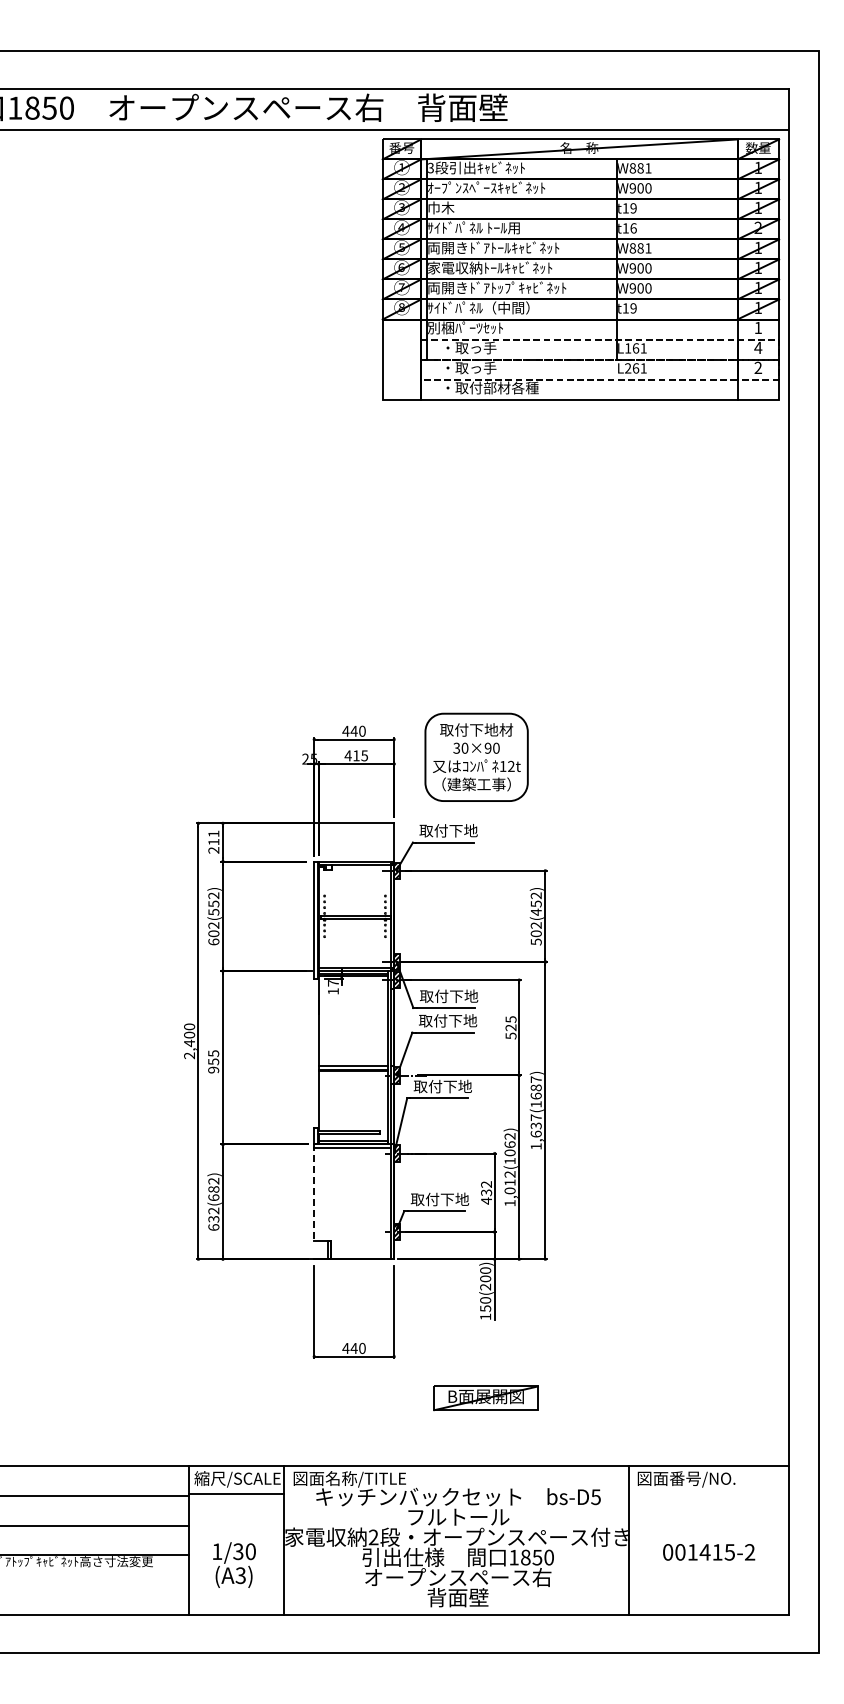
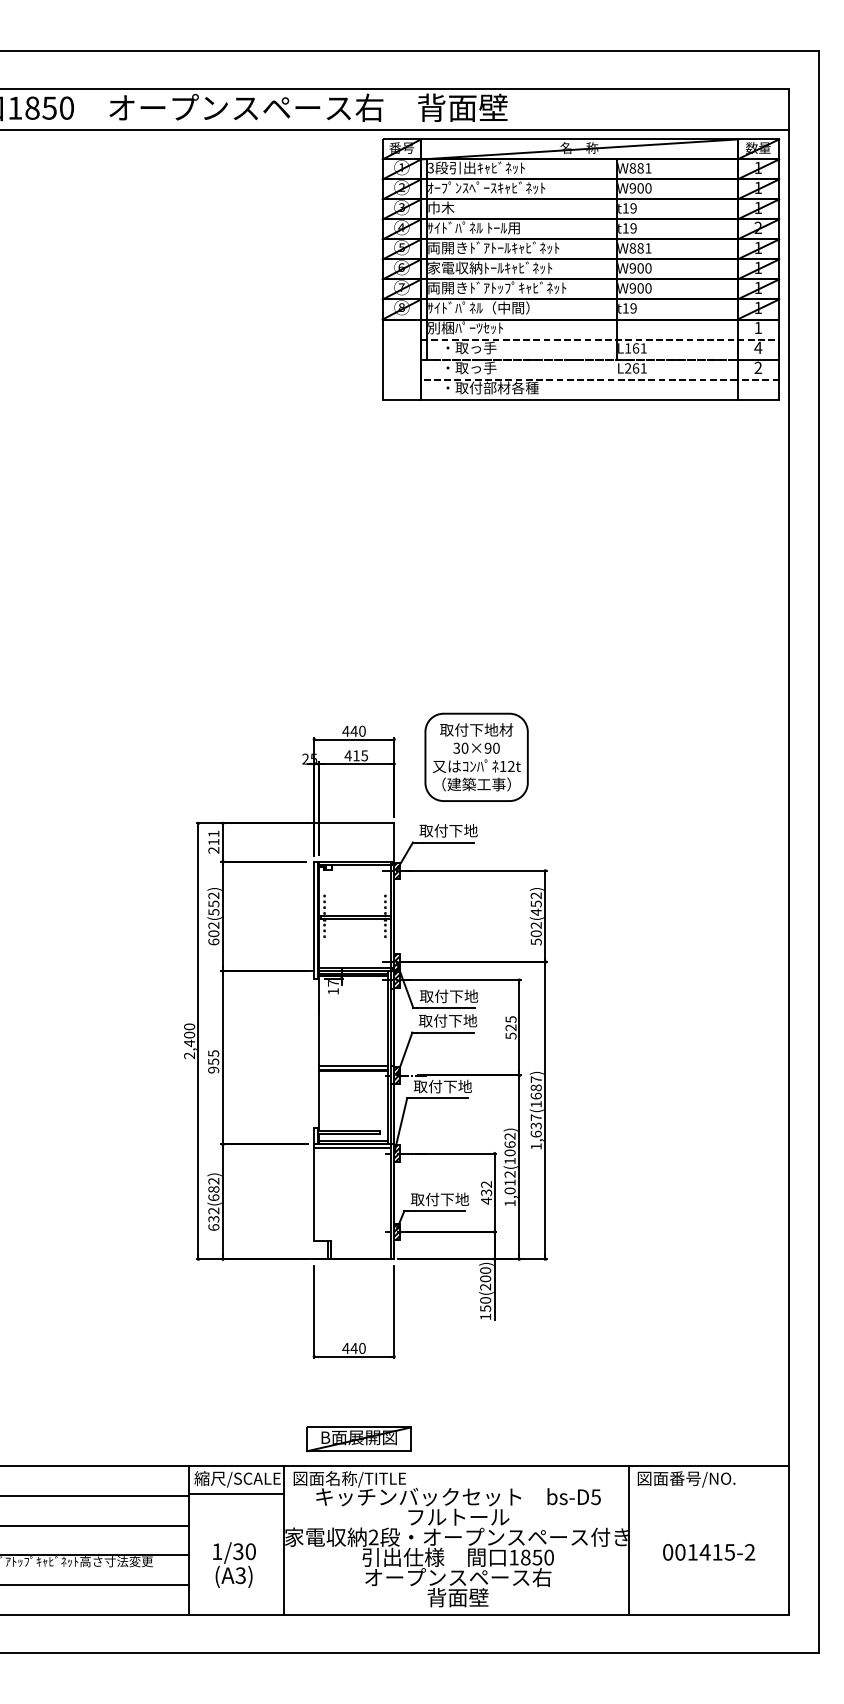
text at (633, 228): t16 -> t19
line at (314, 1193): dashed -> solid
part at (485, 1398) position: (485, 1398) -> (358, 1439)
line at (95, 1584): none -> present
